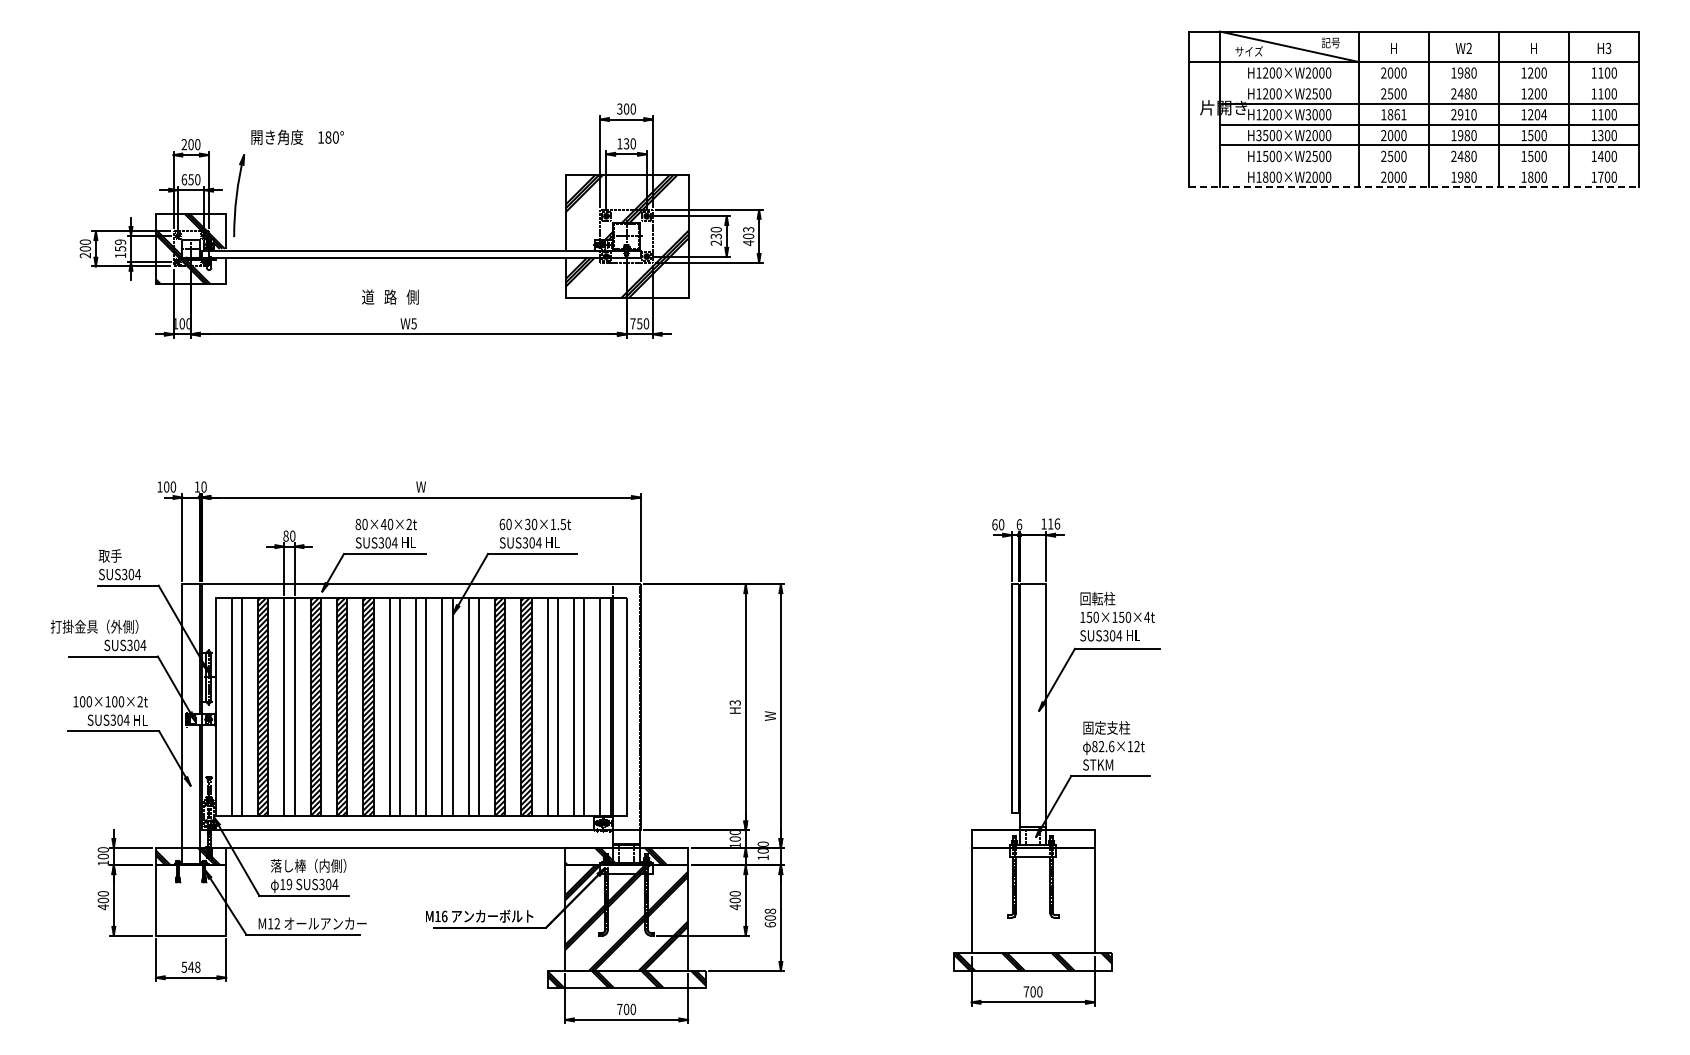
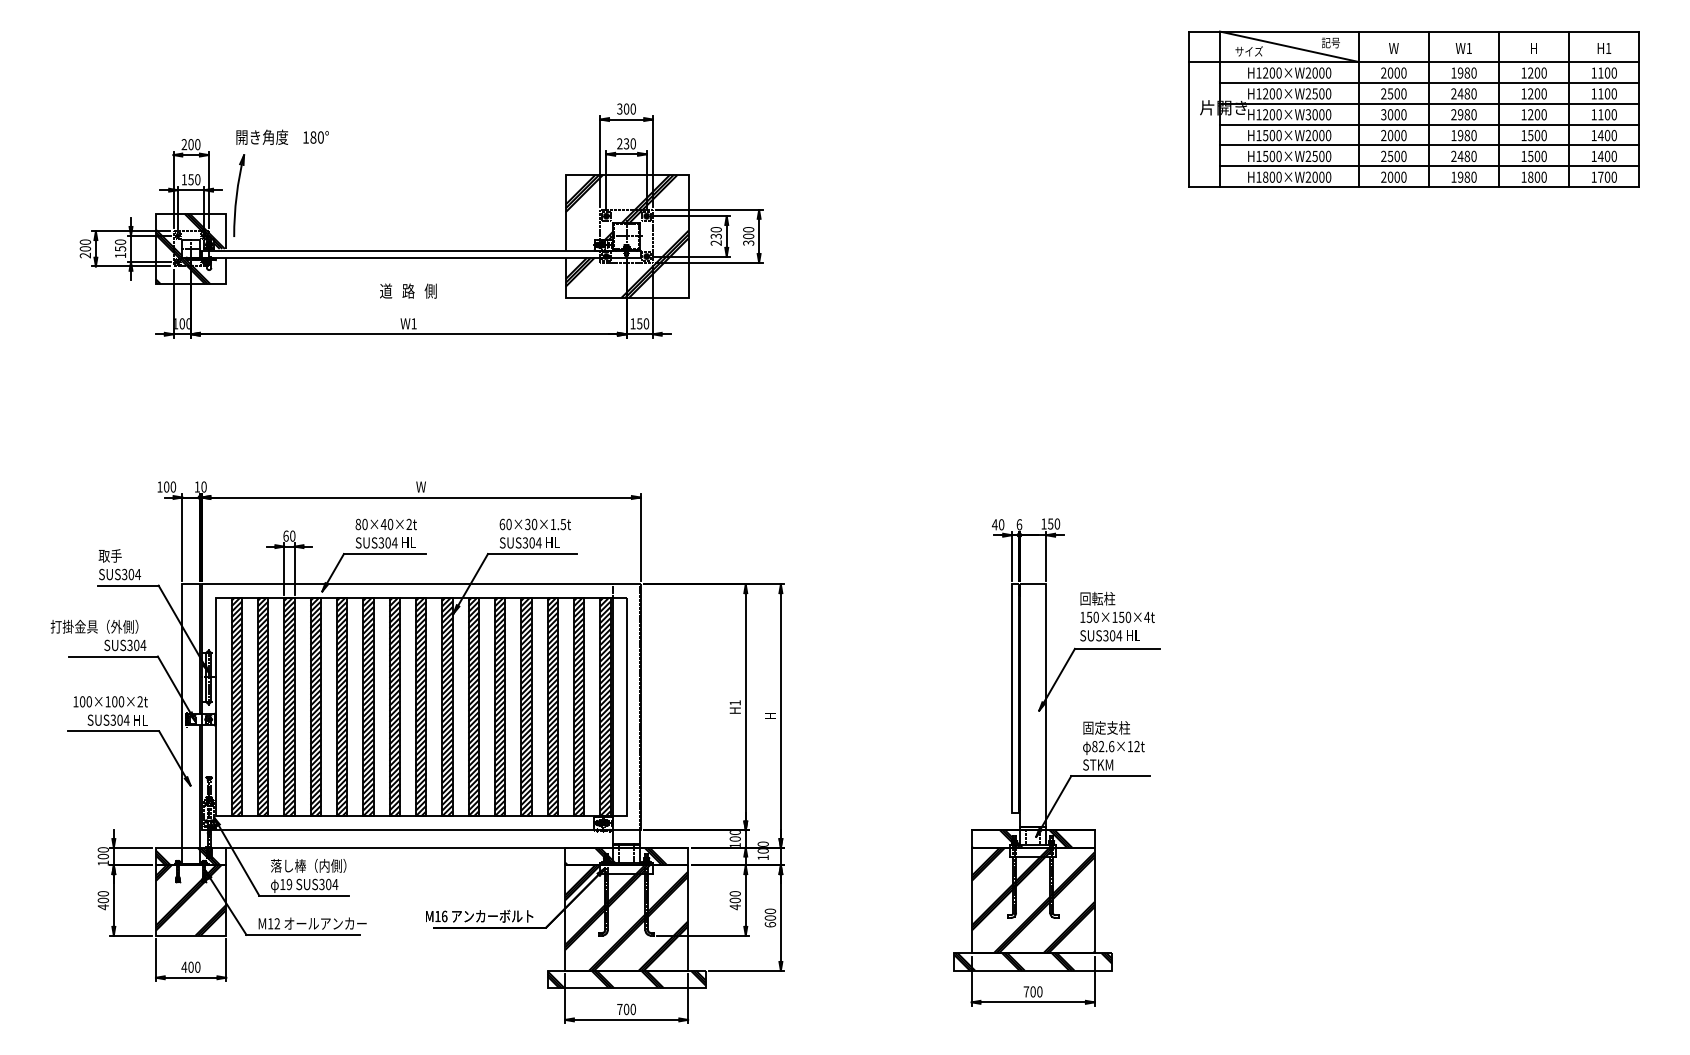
text at (1468, 47): W2 -> W1
text at (1393, 48): H -> W
text at (1608, 48): H3 -> H1
line at (1429, 82): none -> present
text at (1393, 114): 1861 -> 3000
text at (1467, 114): 2910 -> 2980
text at (1544, 114): 1204 -> 1200
text at (1258, 135): H3500×W2000 -> H1500×W2000
text at (1600, 135): 1300 -> 1400
text at (297, 136) position: (297, 136) -> (282, 136)
text at (619, 143): 130 -> 230
line at (1429, 166): none -> present
text at (184, 179): 650 -> 150
line at (1414, 187): dashed -> solid
text at (748, 236): 403 -> 300
text at (120, 241): 159 -> 150
text at (390, 296) position: (390, 296) -> (408, 290)
text at (413, 323): W5 -> W1
text at (632, 323): 750 -> 150
text at (1053, 523): 116 -> 150
text at (994, 524): 60 -> 40
text at (285, 535): 80 -> 60
text at (734, 702): H3 -> H1
hatch at (236, 707): none -> present
hatch at (289, 707): none -> present
hatch at (394, 707): none -> present
hatch at (420, 707): none -> present
hatch at (447, 707): none -> present
hatch at (473, 707): none -> present
hatch at (552, 707): none -> present
hatch at (578, 707): none -> present
hatch at (605, 707): none -> present
text at (770, 715): W -> H
hatch at (1021, 838): none -> present
hatch at (190, 900): none -> present
hatch at (1032, 900): none -> present
text at (770, 911): 608 -> 600
text at (190, 966): 548 -> 400
